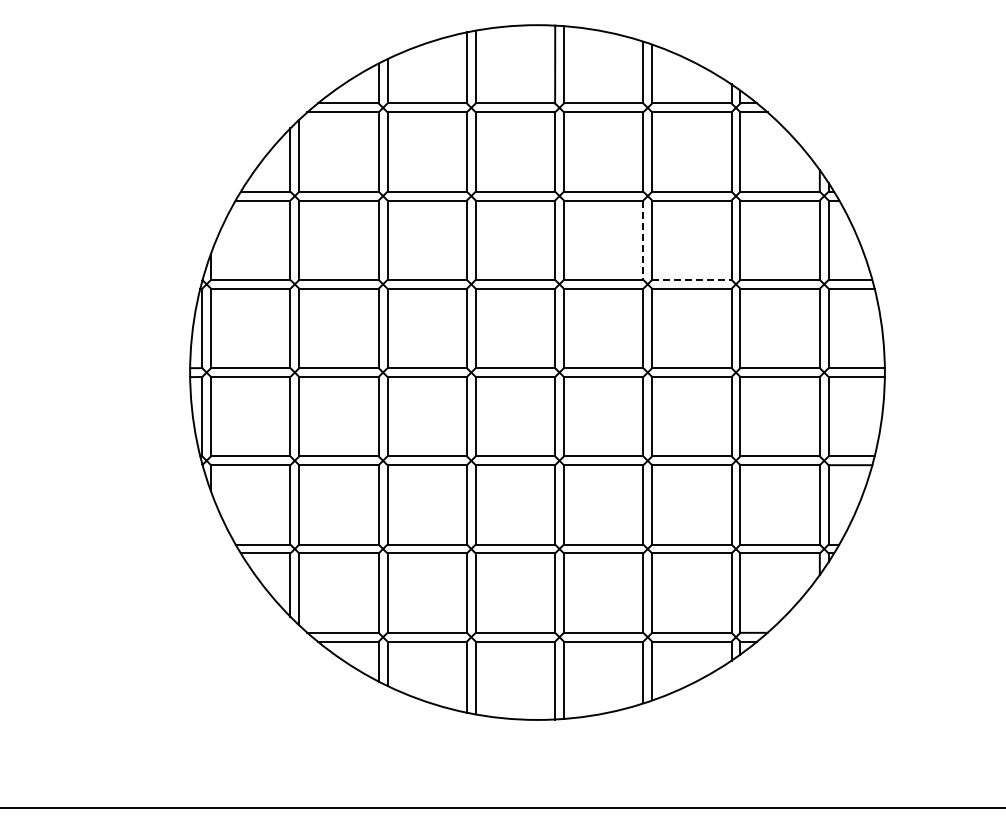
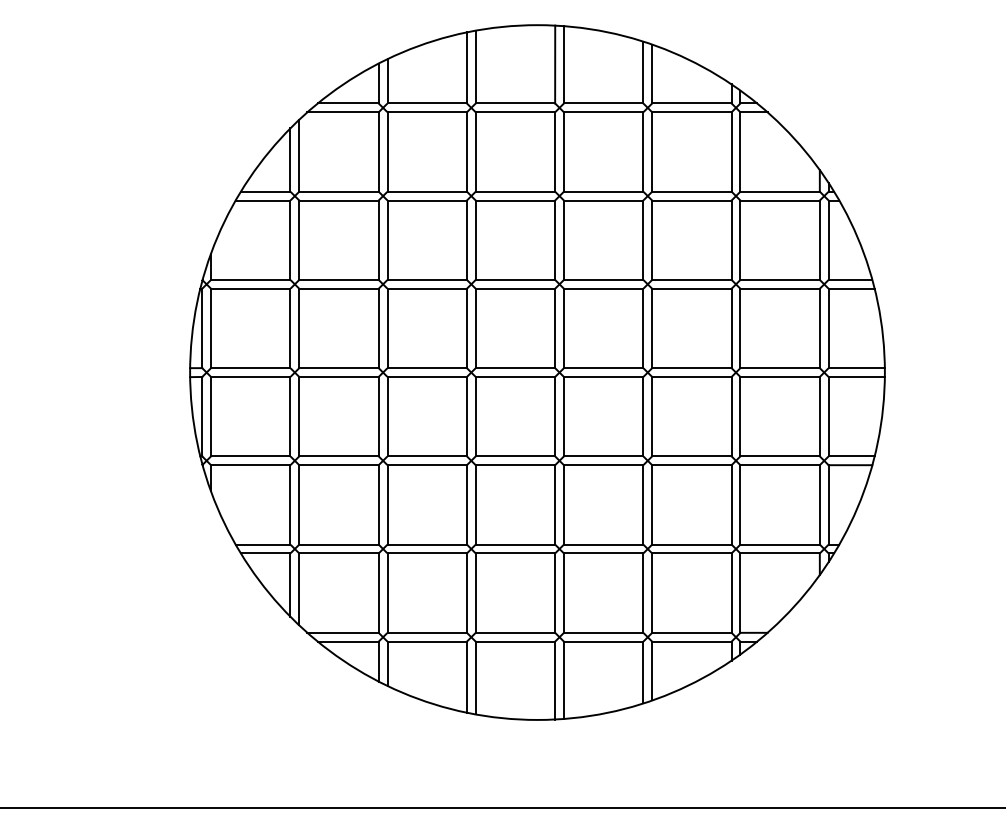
line at (643, 240): dashed -> solid
line at (691, 279): dashed -> solid
